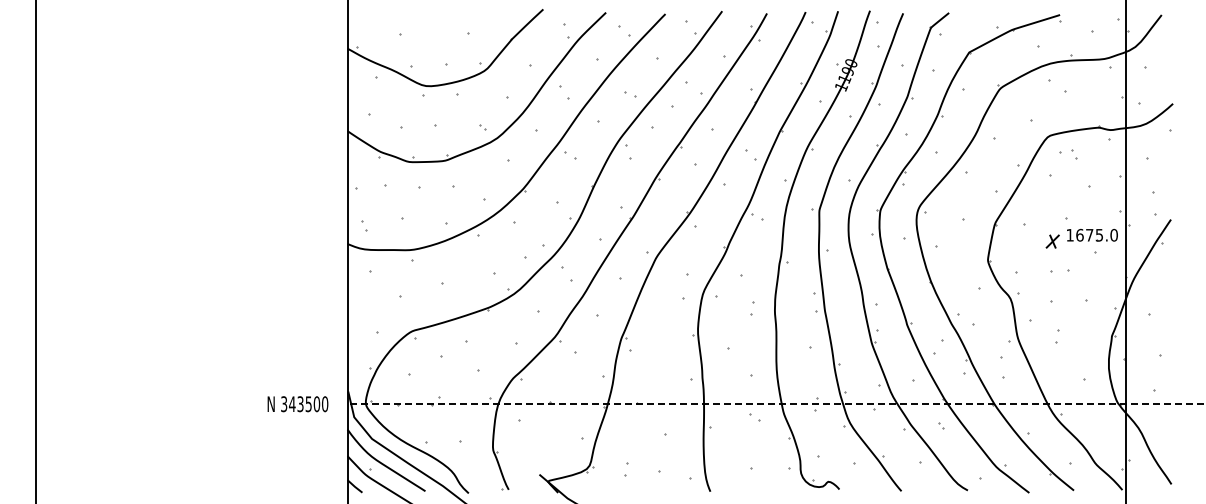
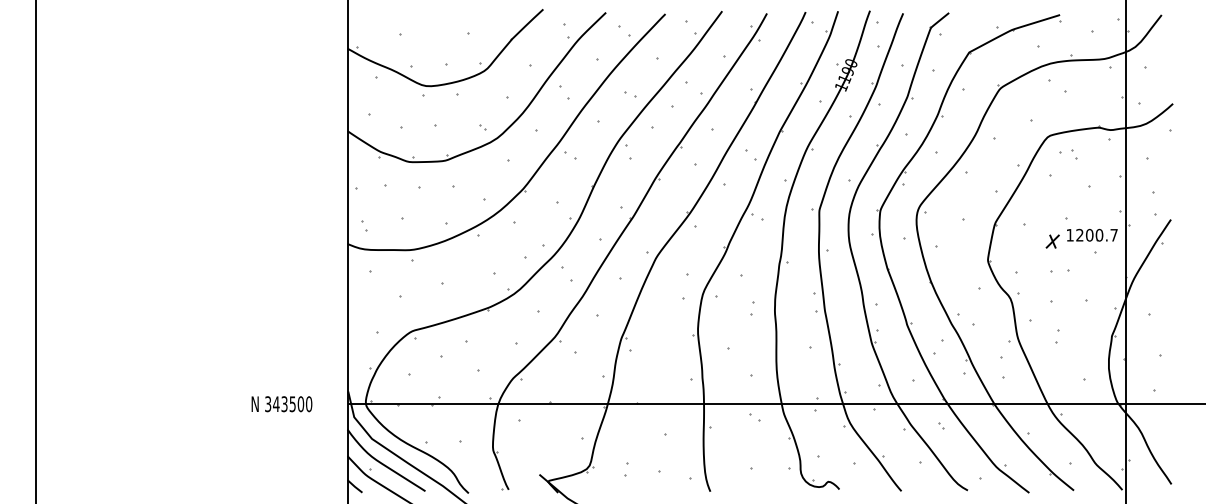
text at (1096, 234): 1675.0 -> 1200.7
text at (297, 404) position: (297, 404) -> (281, 404)
line at (776, 404): dashed -> solid
